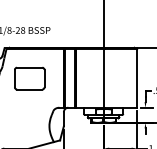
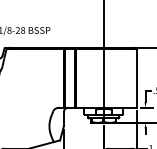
part at (29, 78): present -> none
